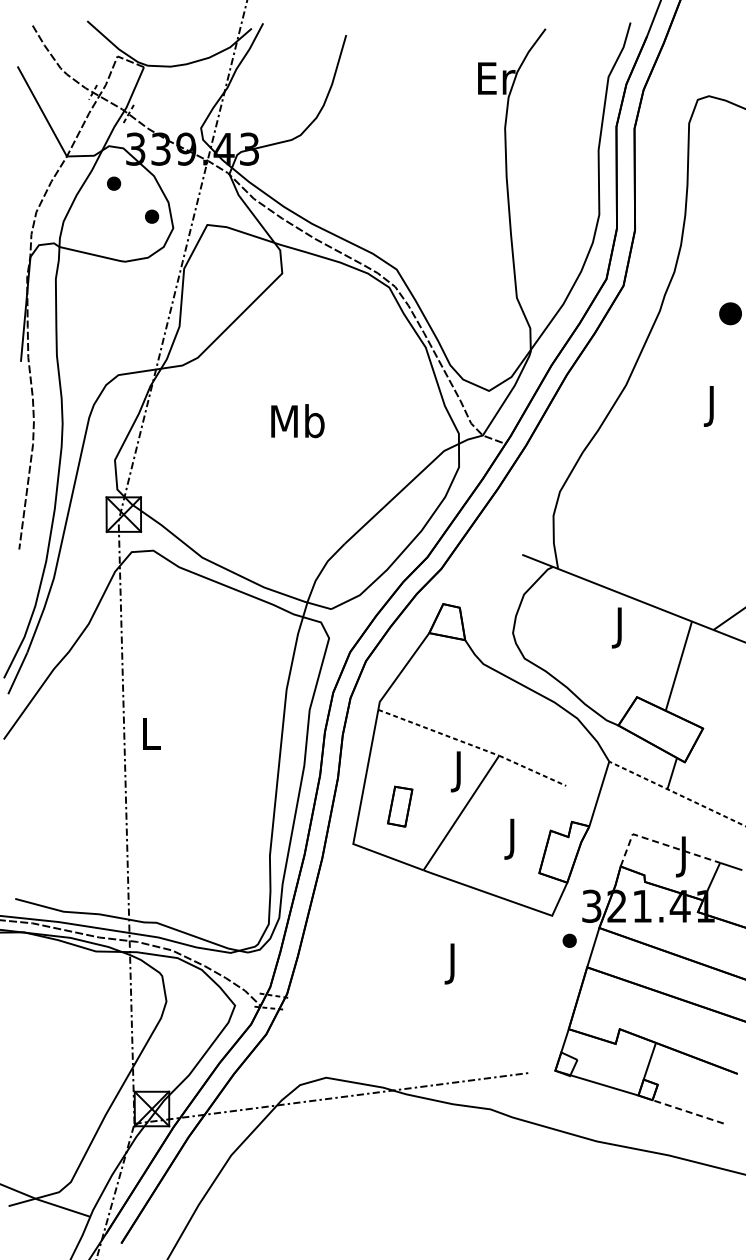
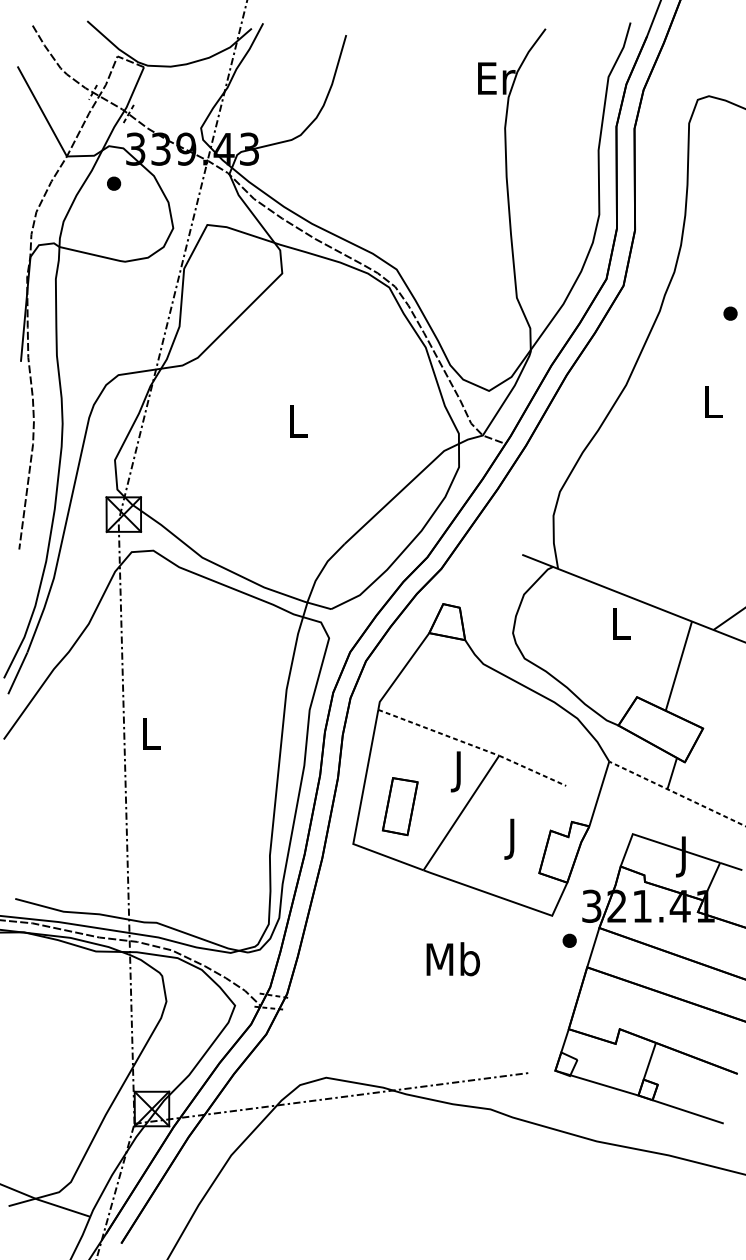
part at (152, 216): present -> none
part at (730, 313) size: 23x24 px -> 15x15 px
text at (712, 406): J -> L
text at (297, 421): Mb -> L
text at (620, 627): J -> L
part at (400, 806) size: 27x43 px -> 38x60 px
line at (659, 842): dashed -> solid
text at (453, 963): J -> Mb
line at (687, 1111): dashed -> solid
